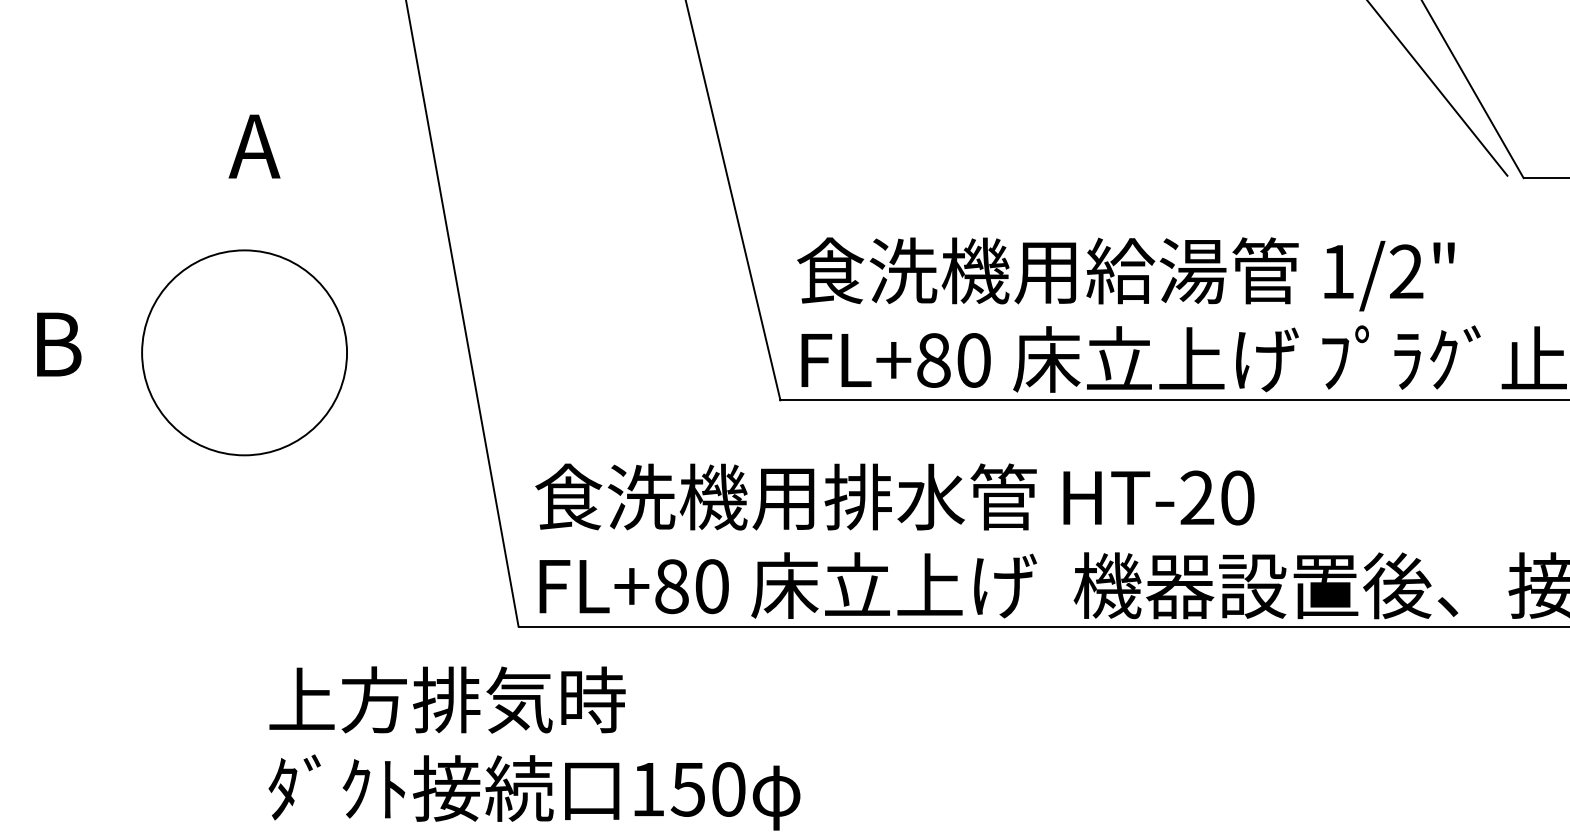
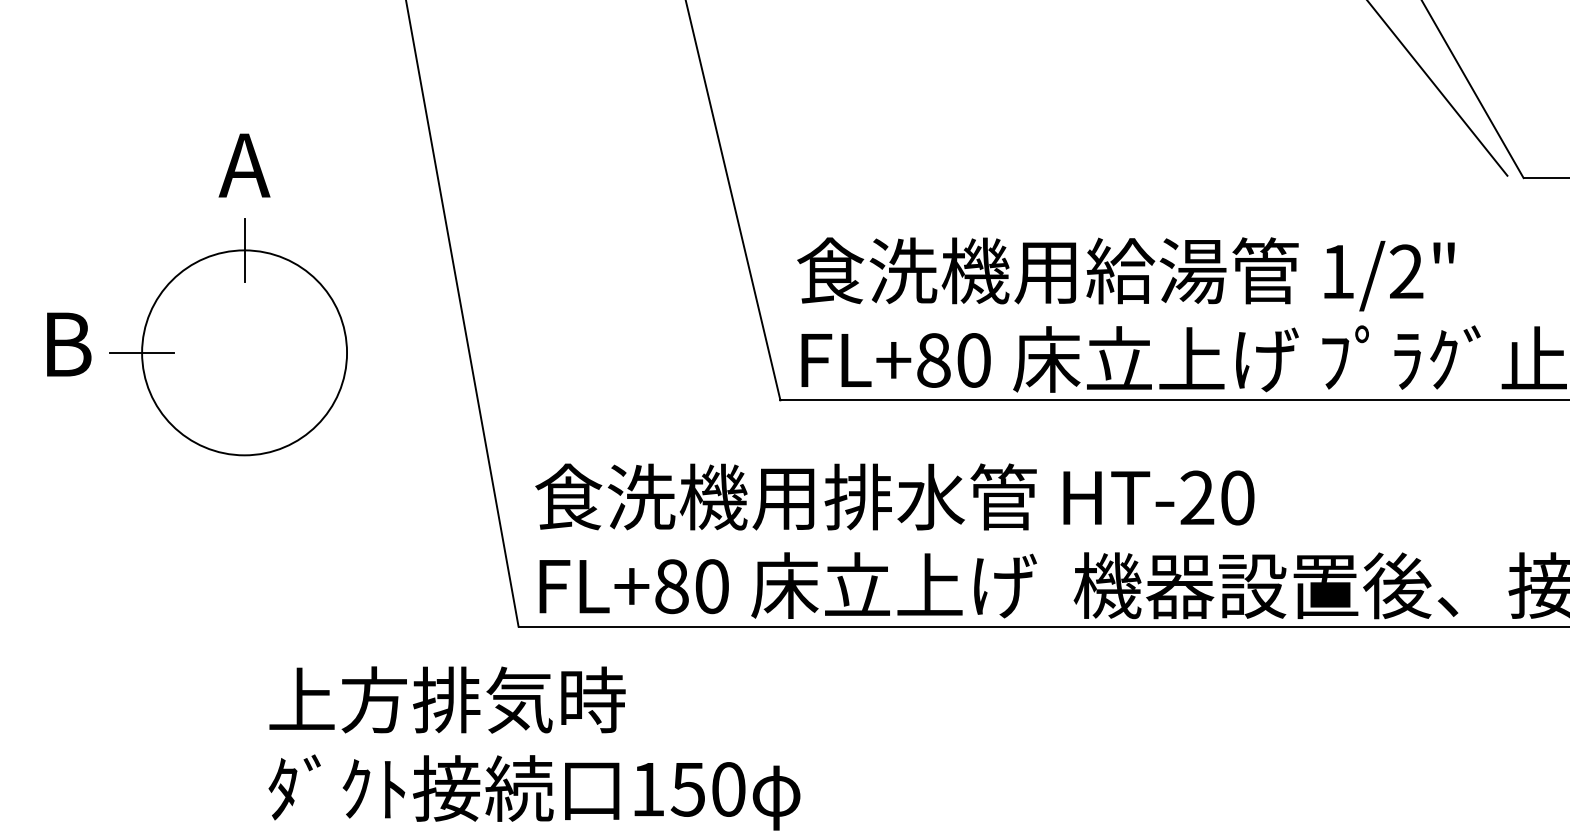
text at (254, 146) position: (254, 146) -> (244, 165)
line at (244, 250): none -> present
text at (59, 344) position: (59, 344) -> (69, 344)
line at (141, 352): none -> present
